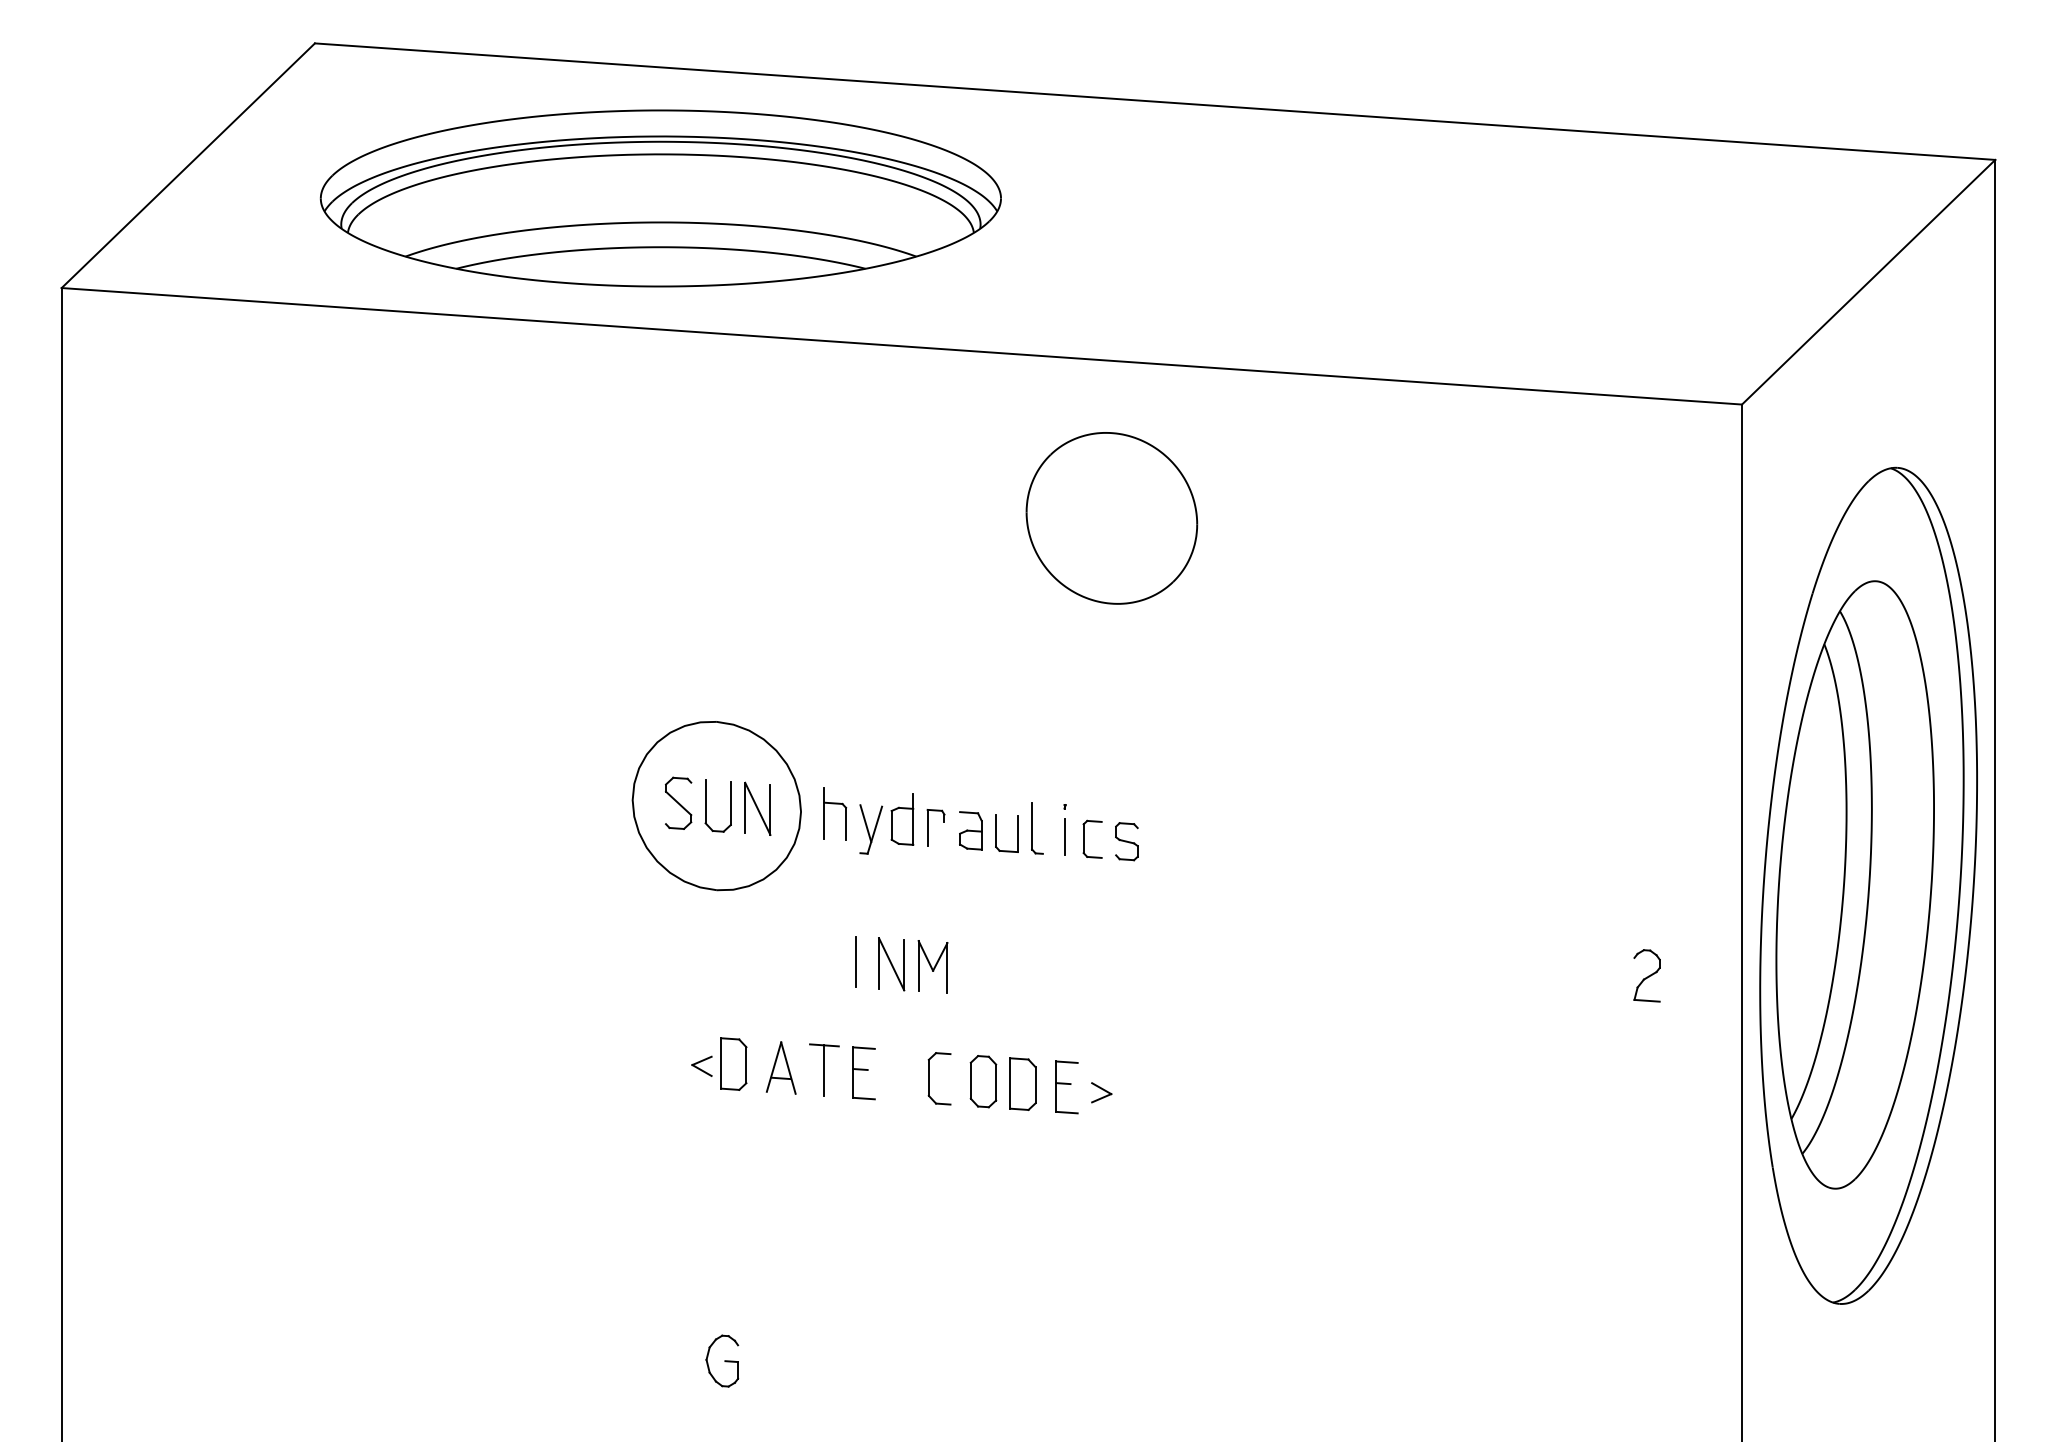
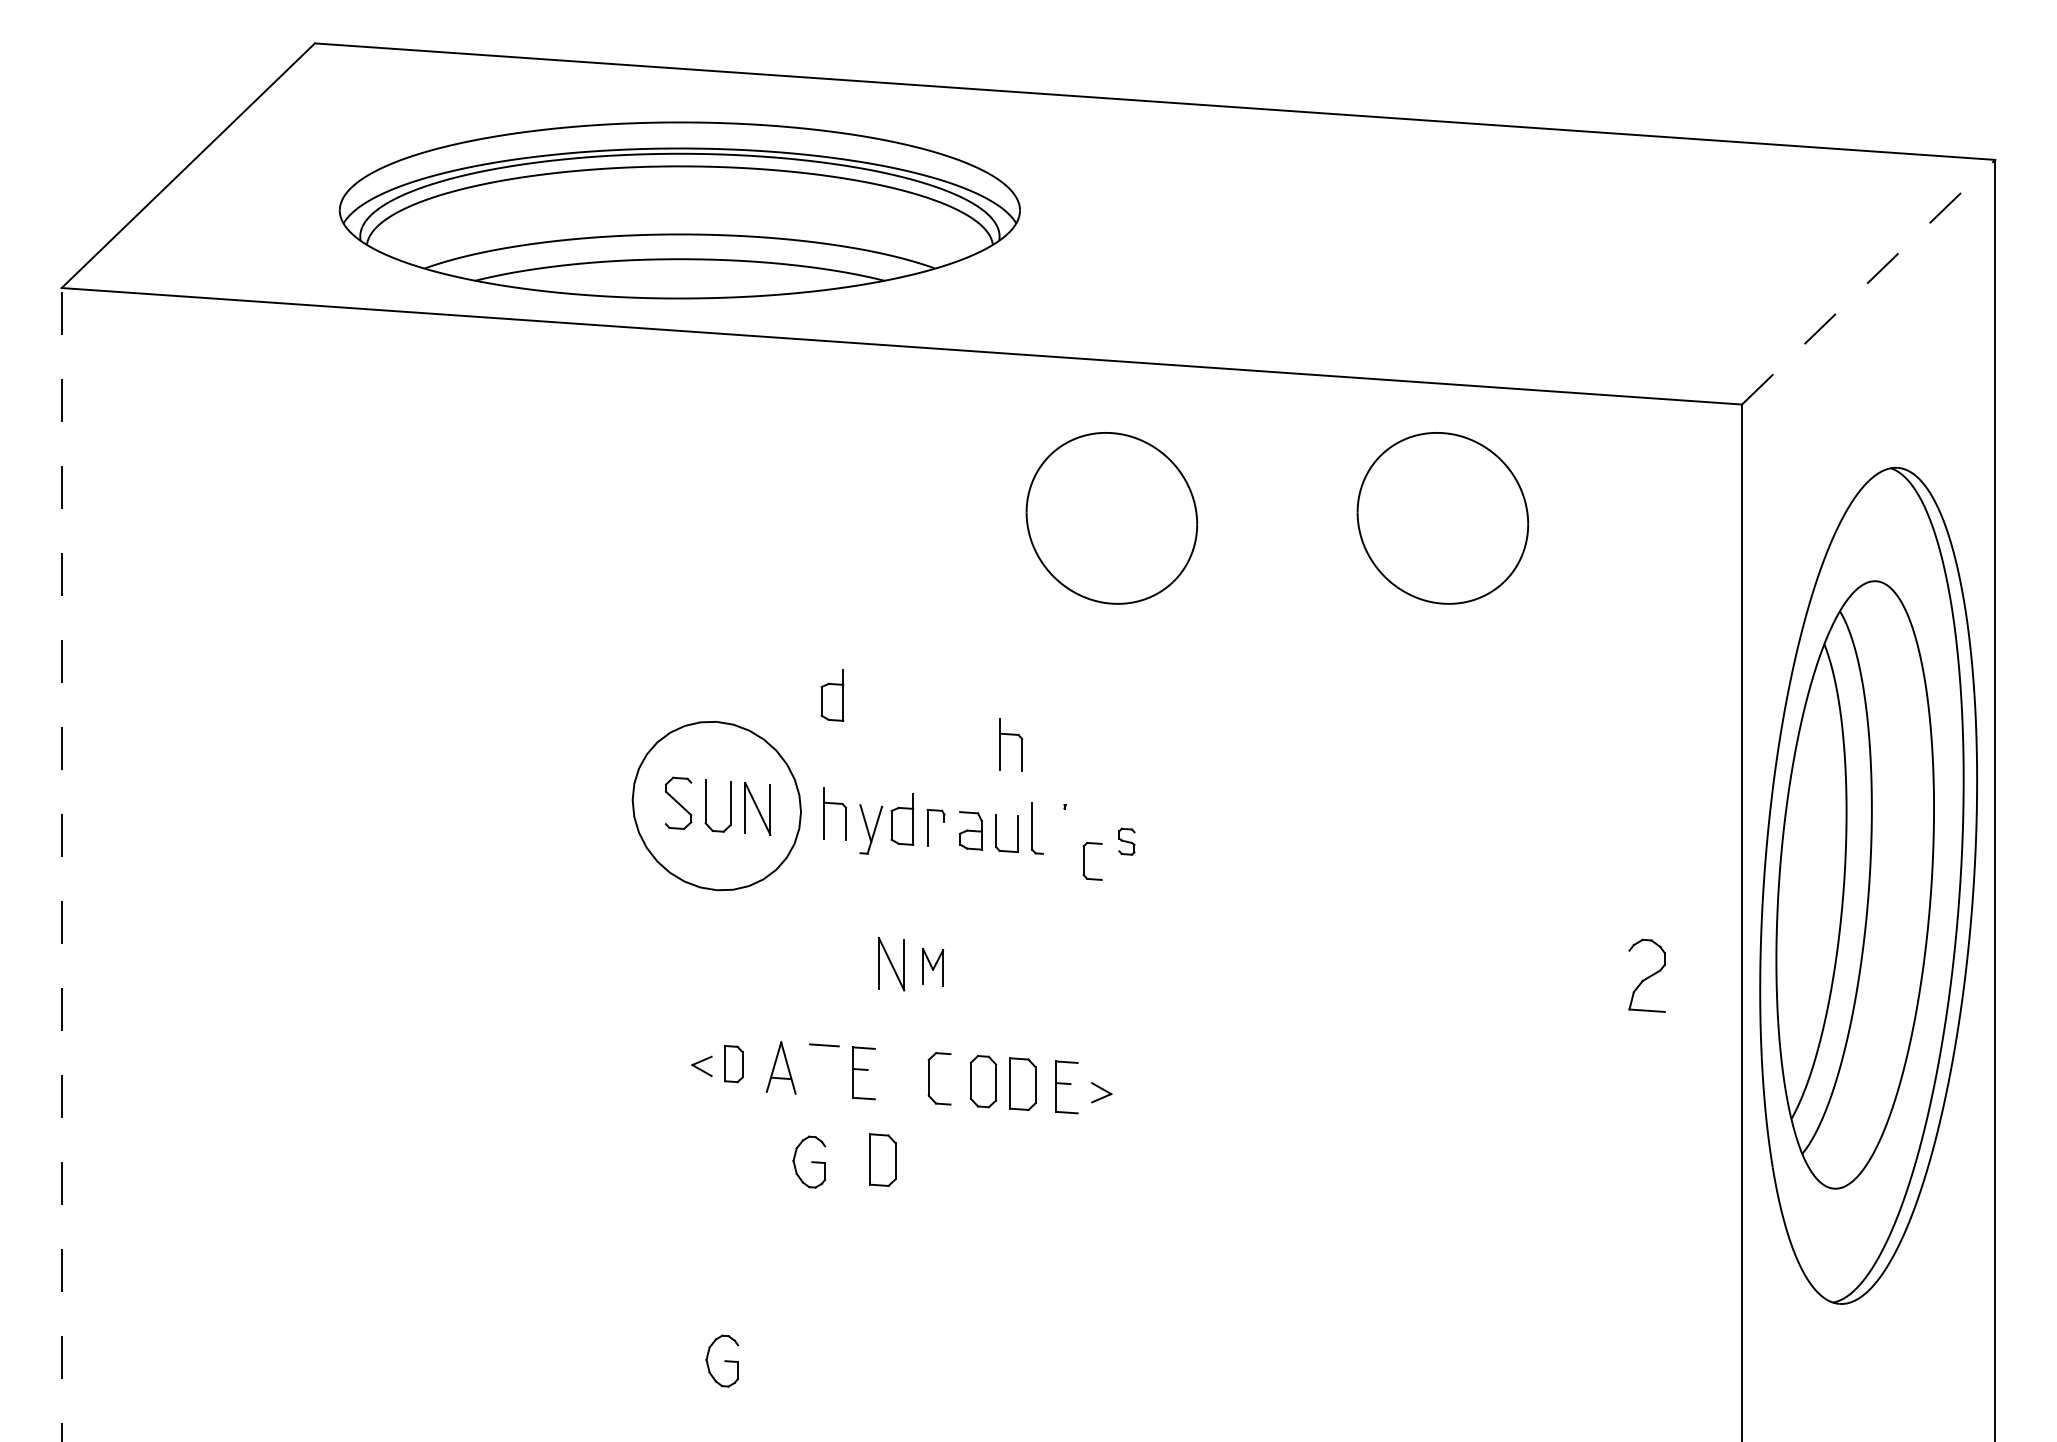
part at (660, 198) position: (660, 198) -> (679, 210)
line at (1869, 281): solid -> dashed
part at (1442, 518): none -> present
part at (832, 695): none -> present
part at (1011, 735): none -> present
line at (1064, 837): present -> none
part at (1084, 838) position: (1084, 838) -> (1084, 860)
part at (1126, 841) size: 24x40 px -> 18x29 px
line at (61, 865): solid -> dashed
line at (856, 961): present -> none
part at (932, 966) size: 32x54 px -> 22x40 px
part at (1646, 975) size: 28x54 px -> 38x75 px
part at (733, 1063) size: 28x54 px -> 20x39 px
line at (824, 1070): present -> none
part at (882, 1159): none -> present
part at (809, 1161): none -> present
